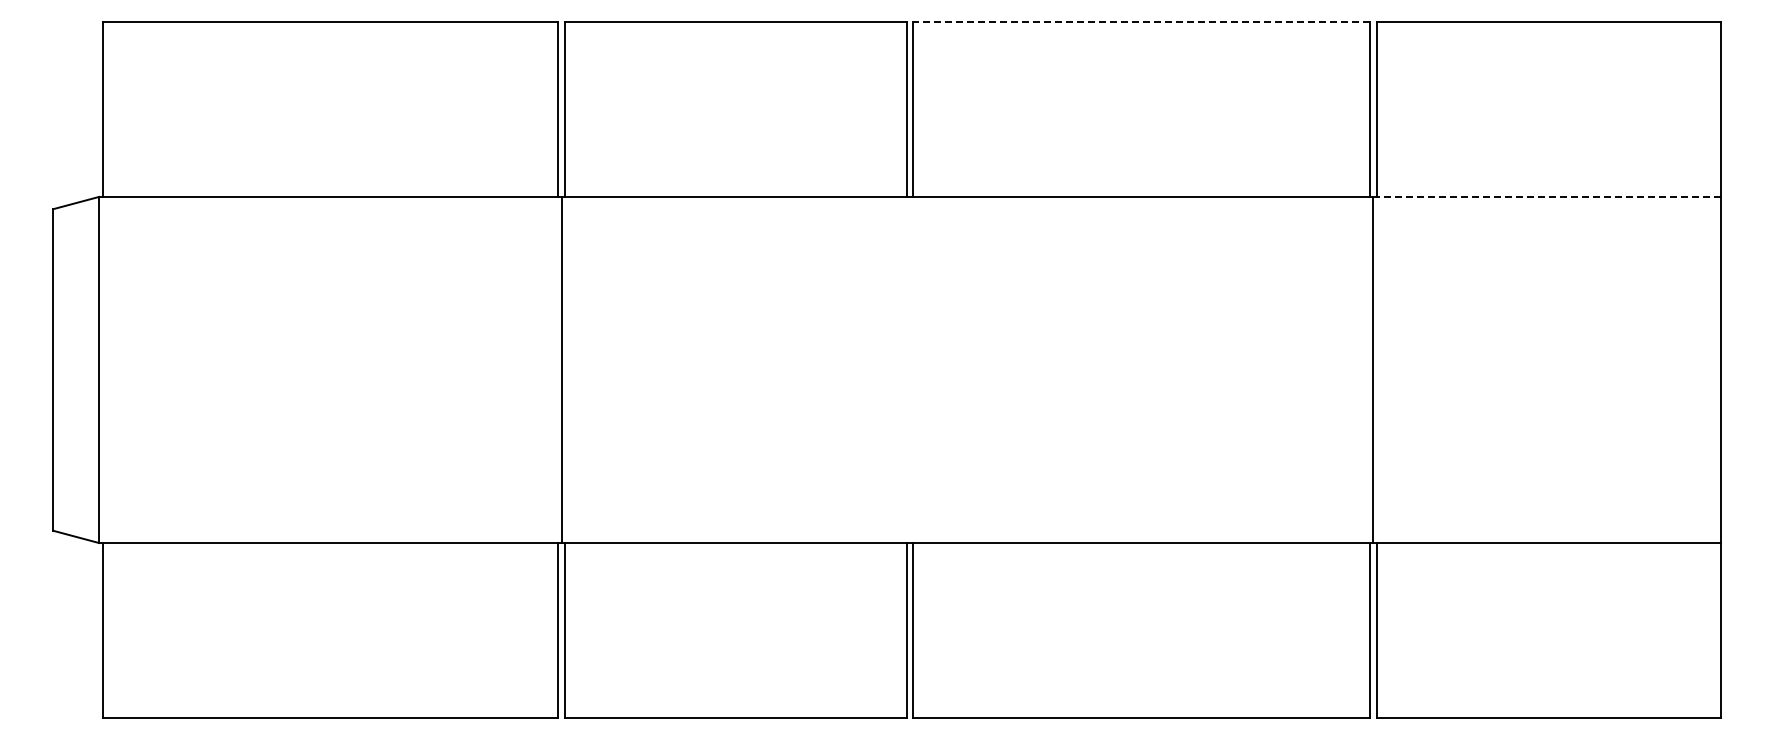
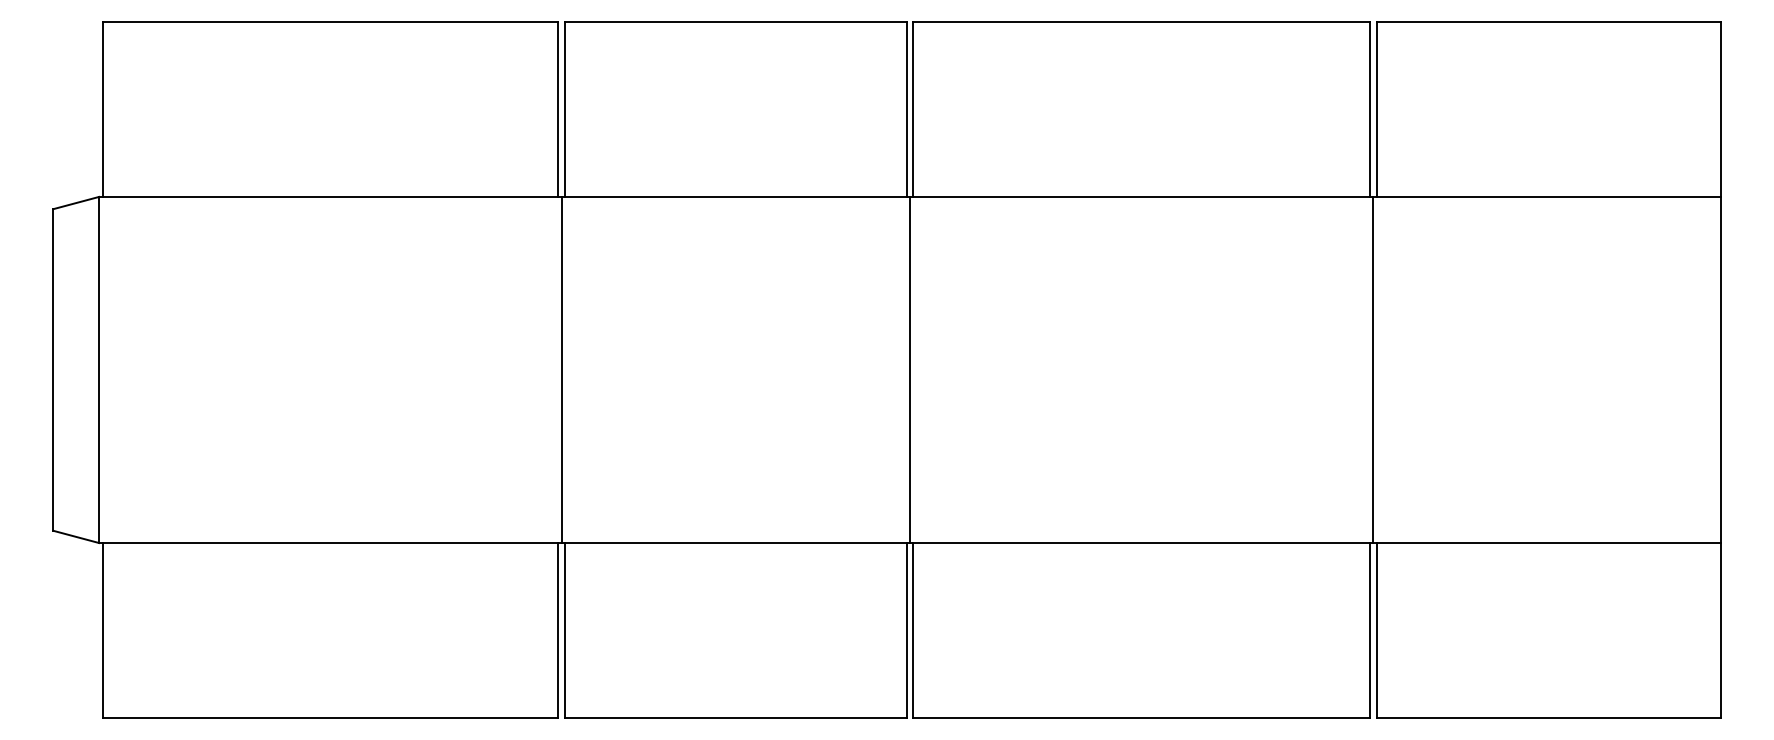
line at (1141, 22): dashed -> solid
line at (1548, 196): dashed -> solid
line at (910, 369): none -> present
